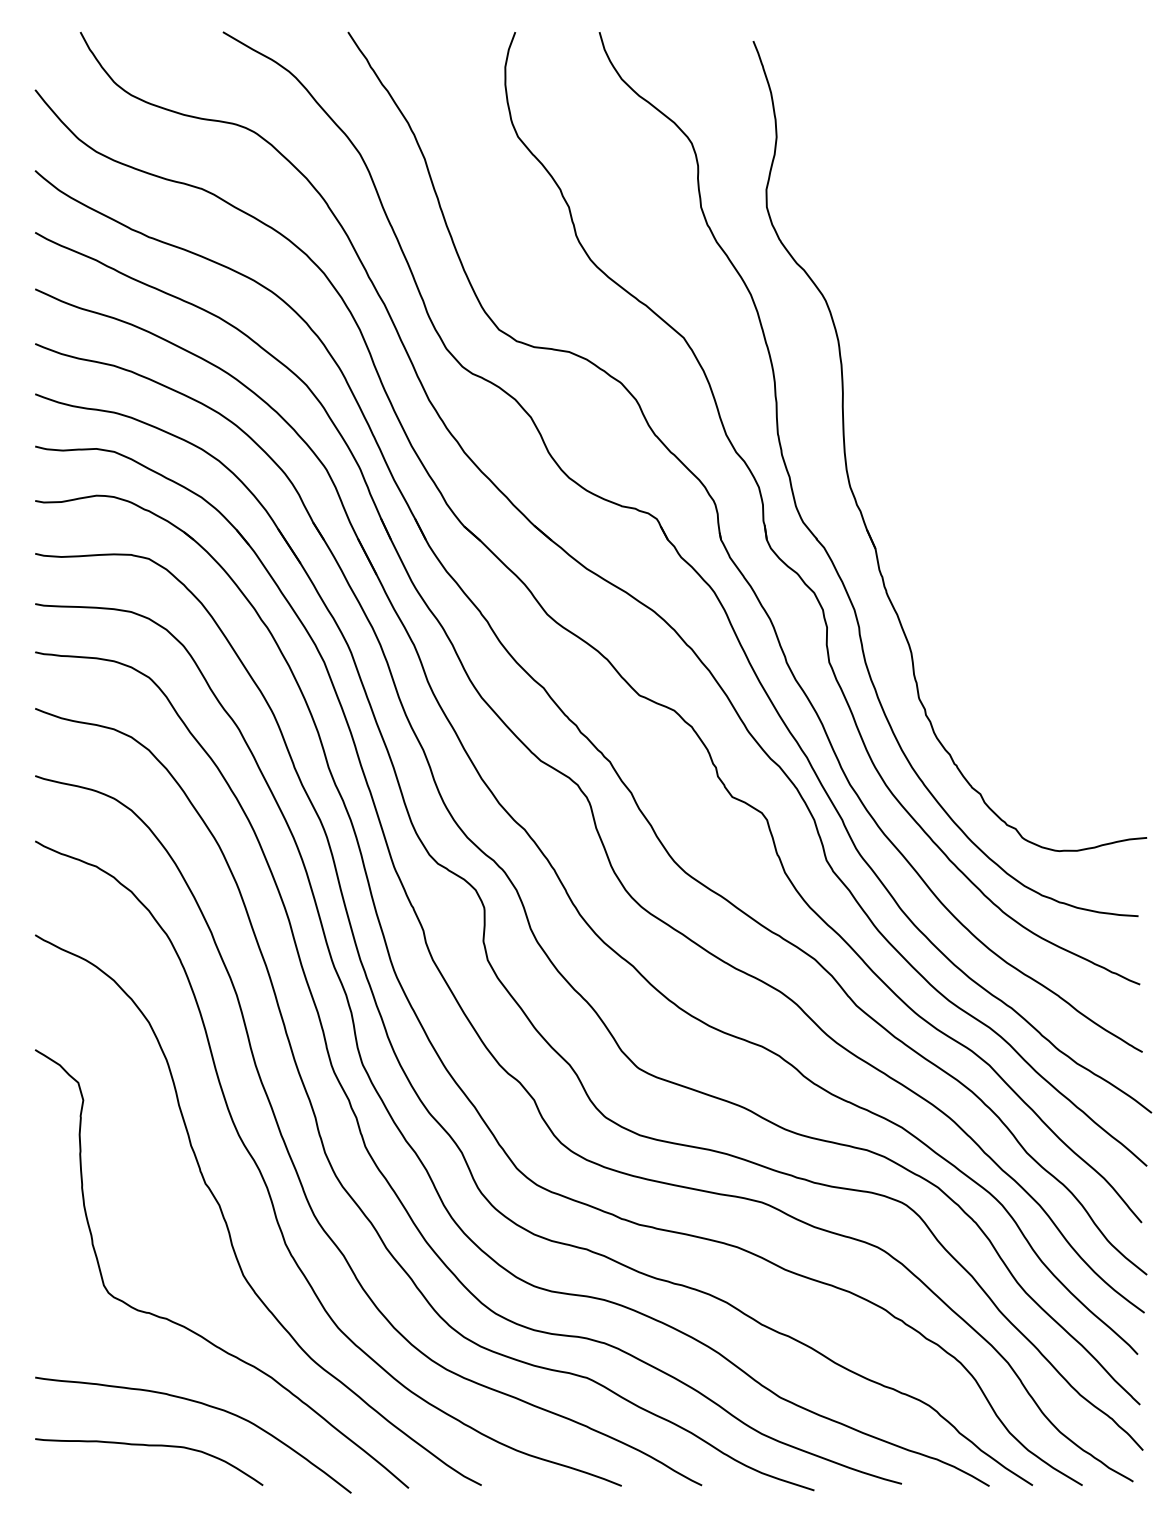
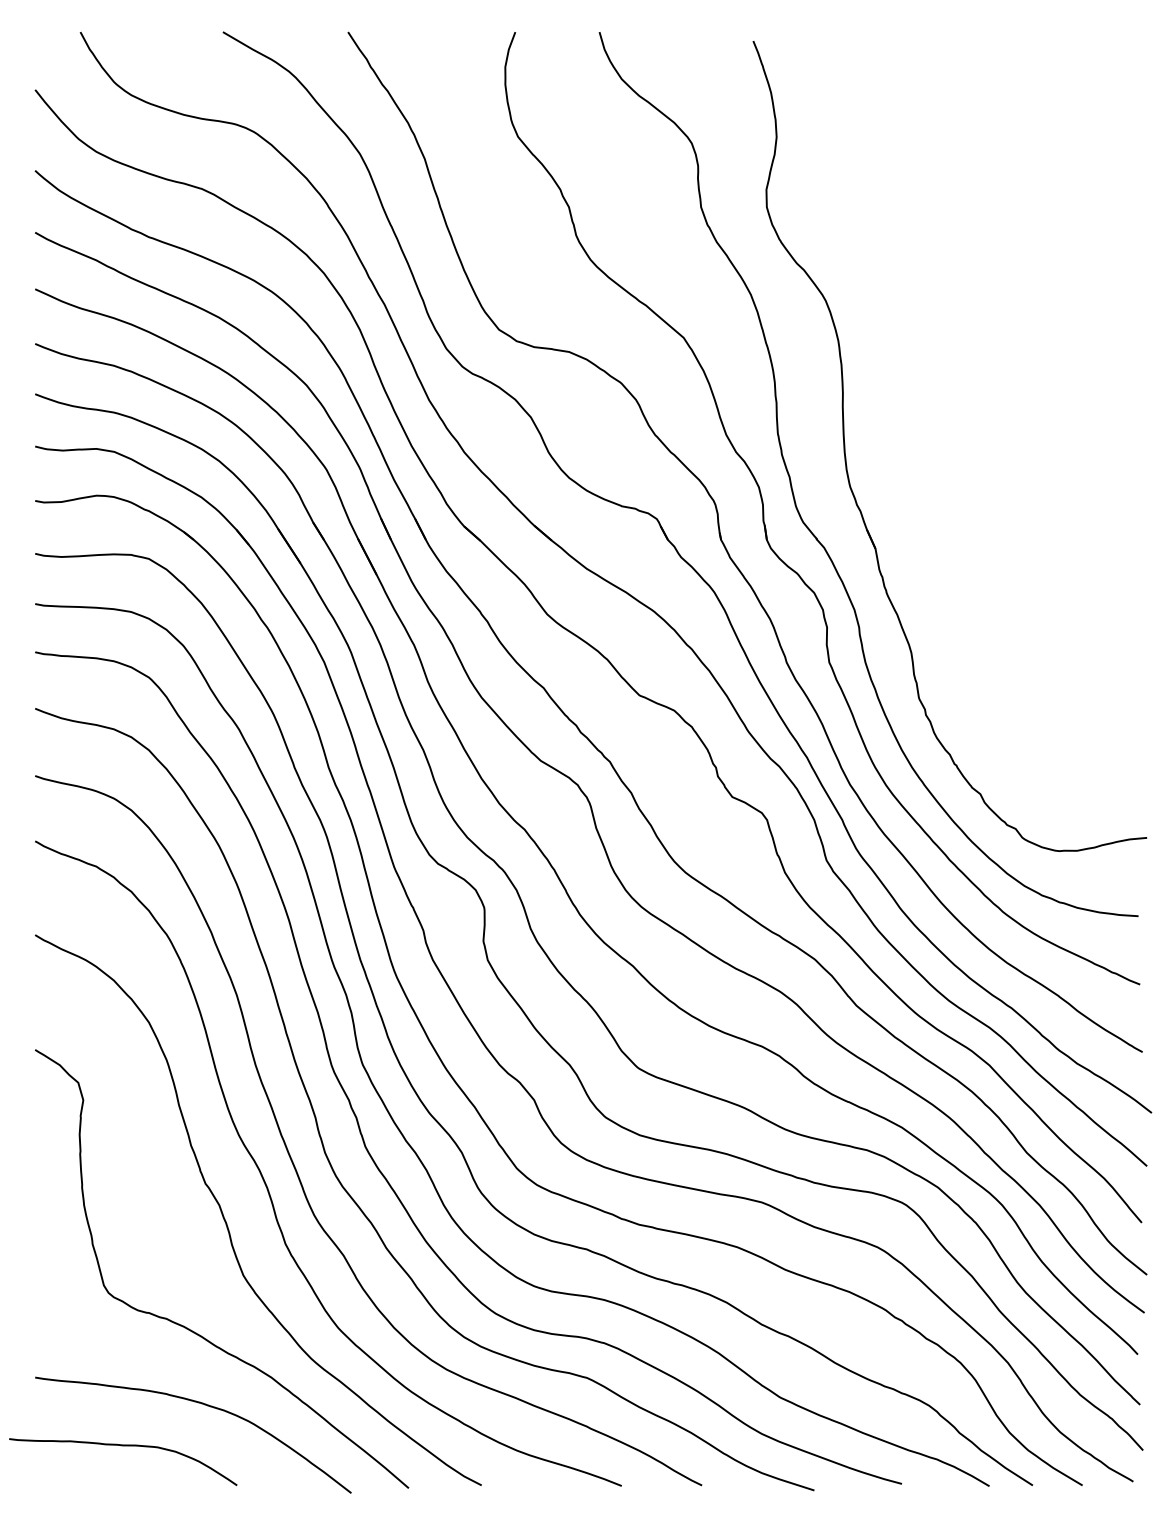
curve at (149, 1446) position: (149, 1446) -> (123, 1446)
